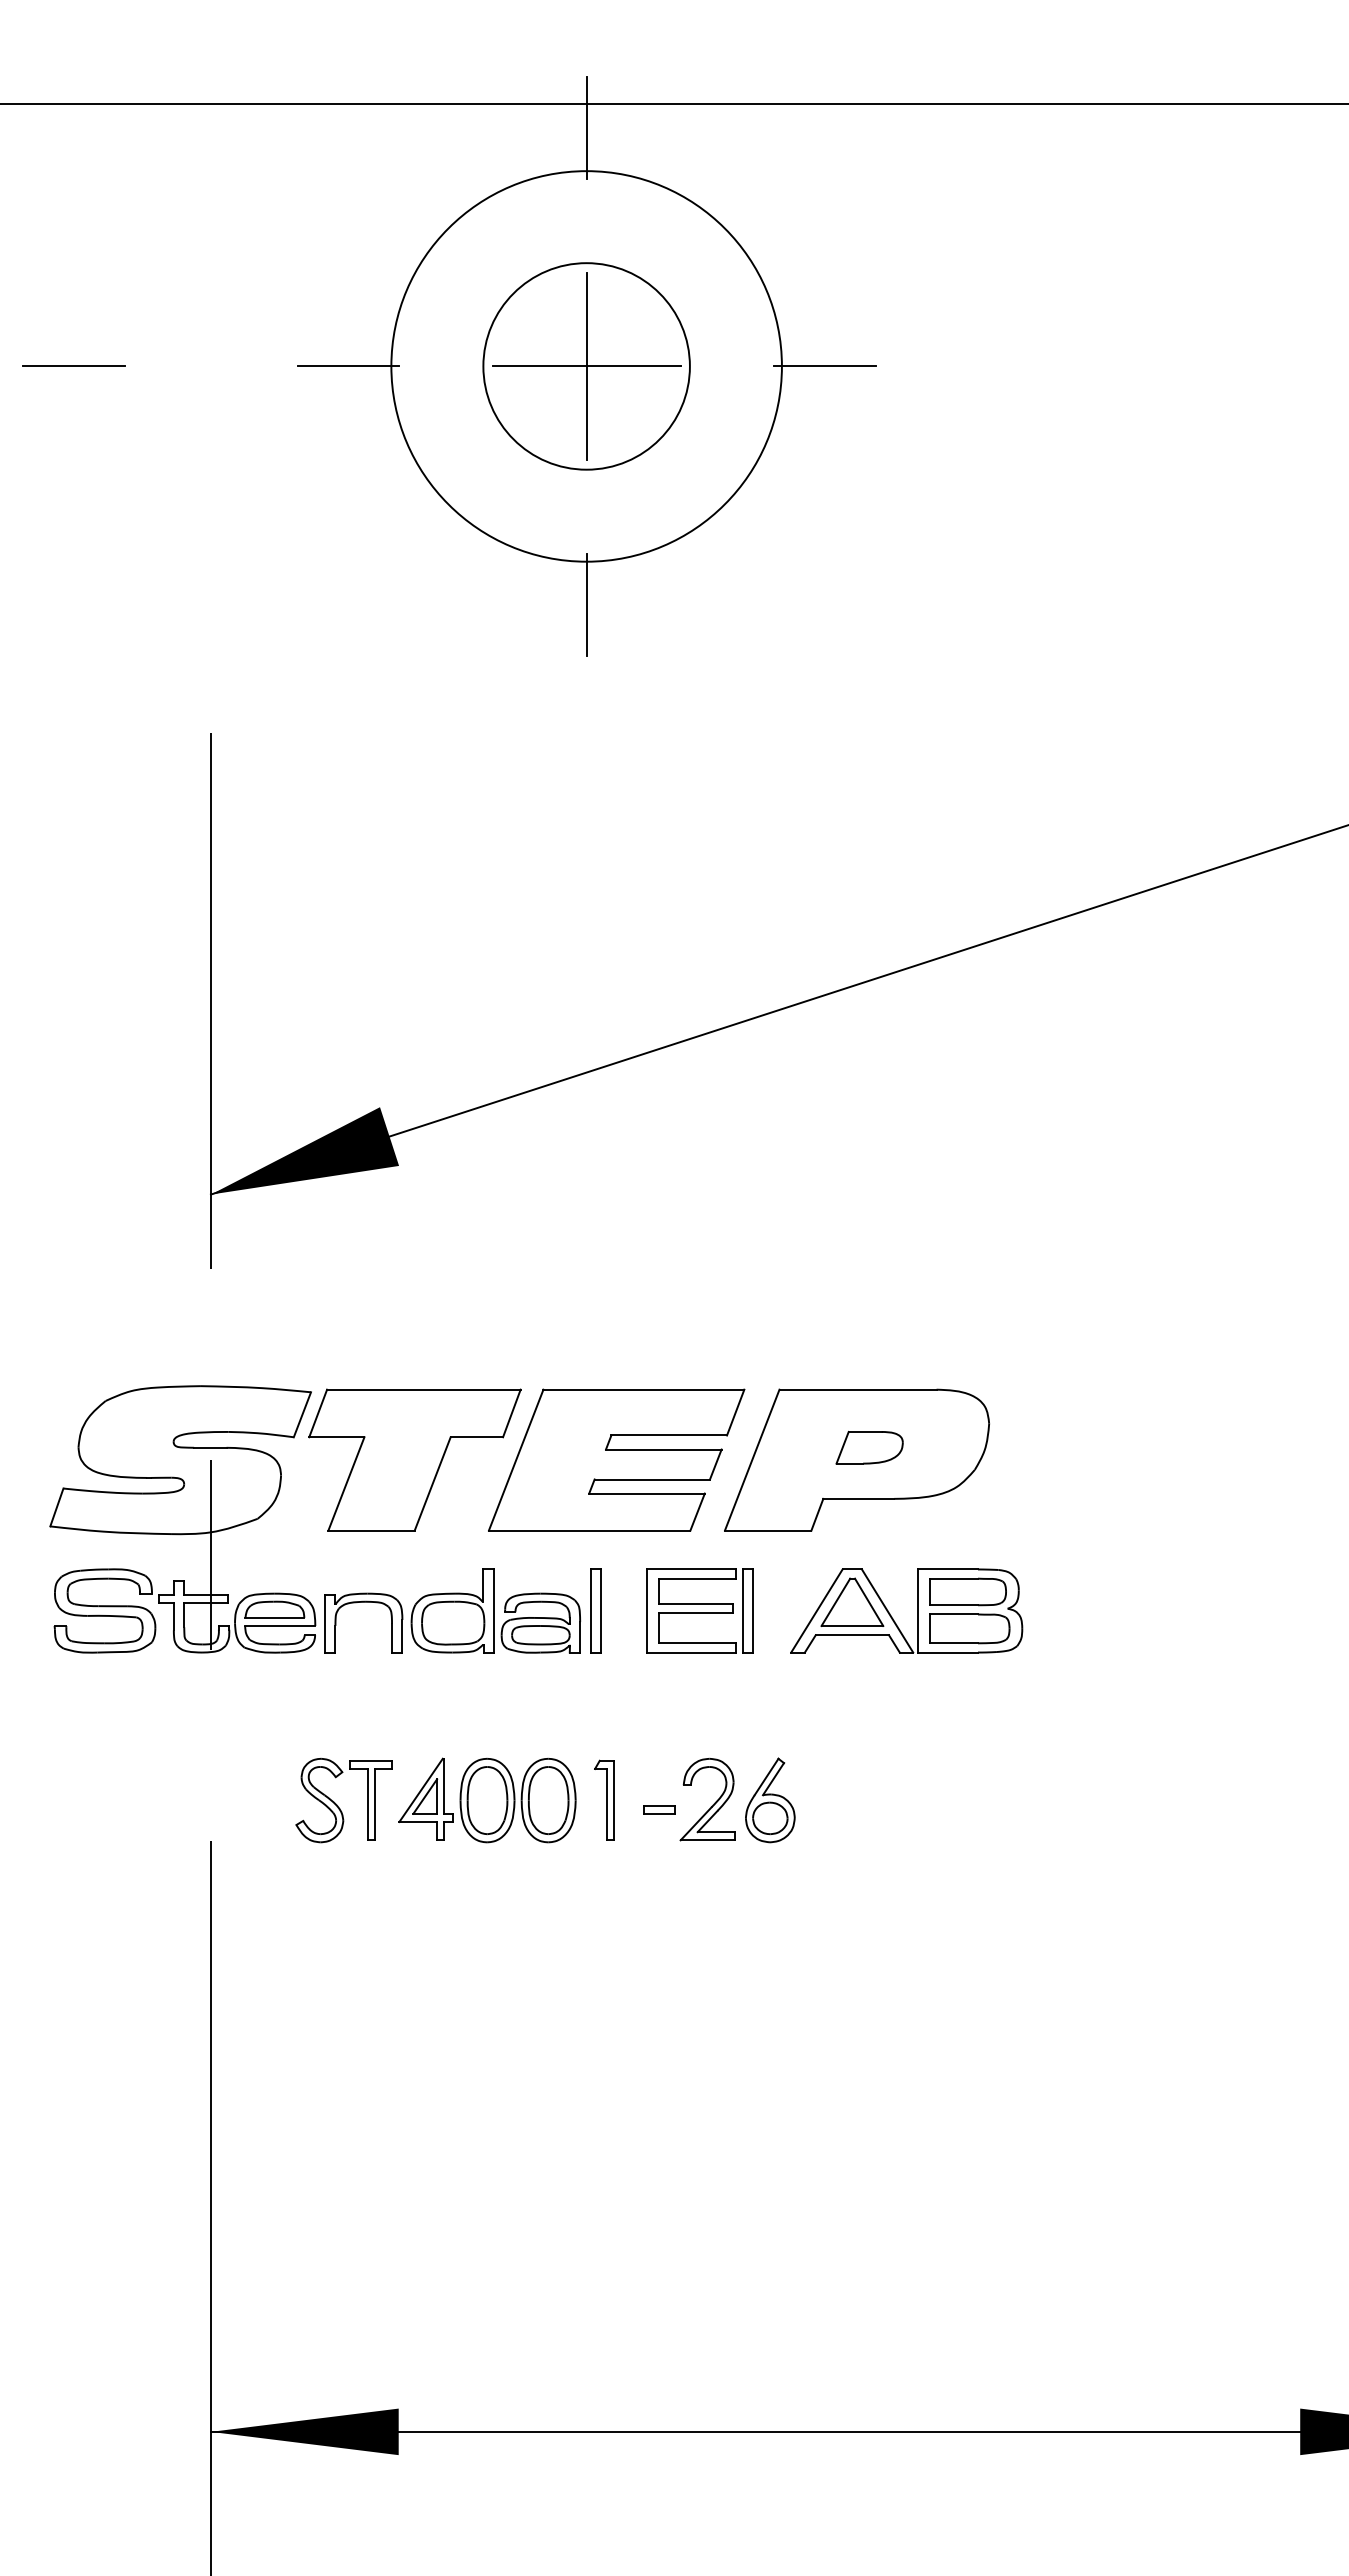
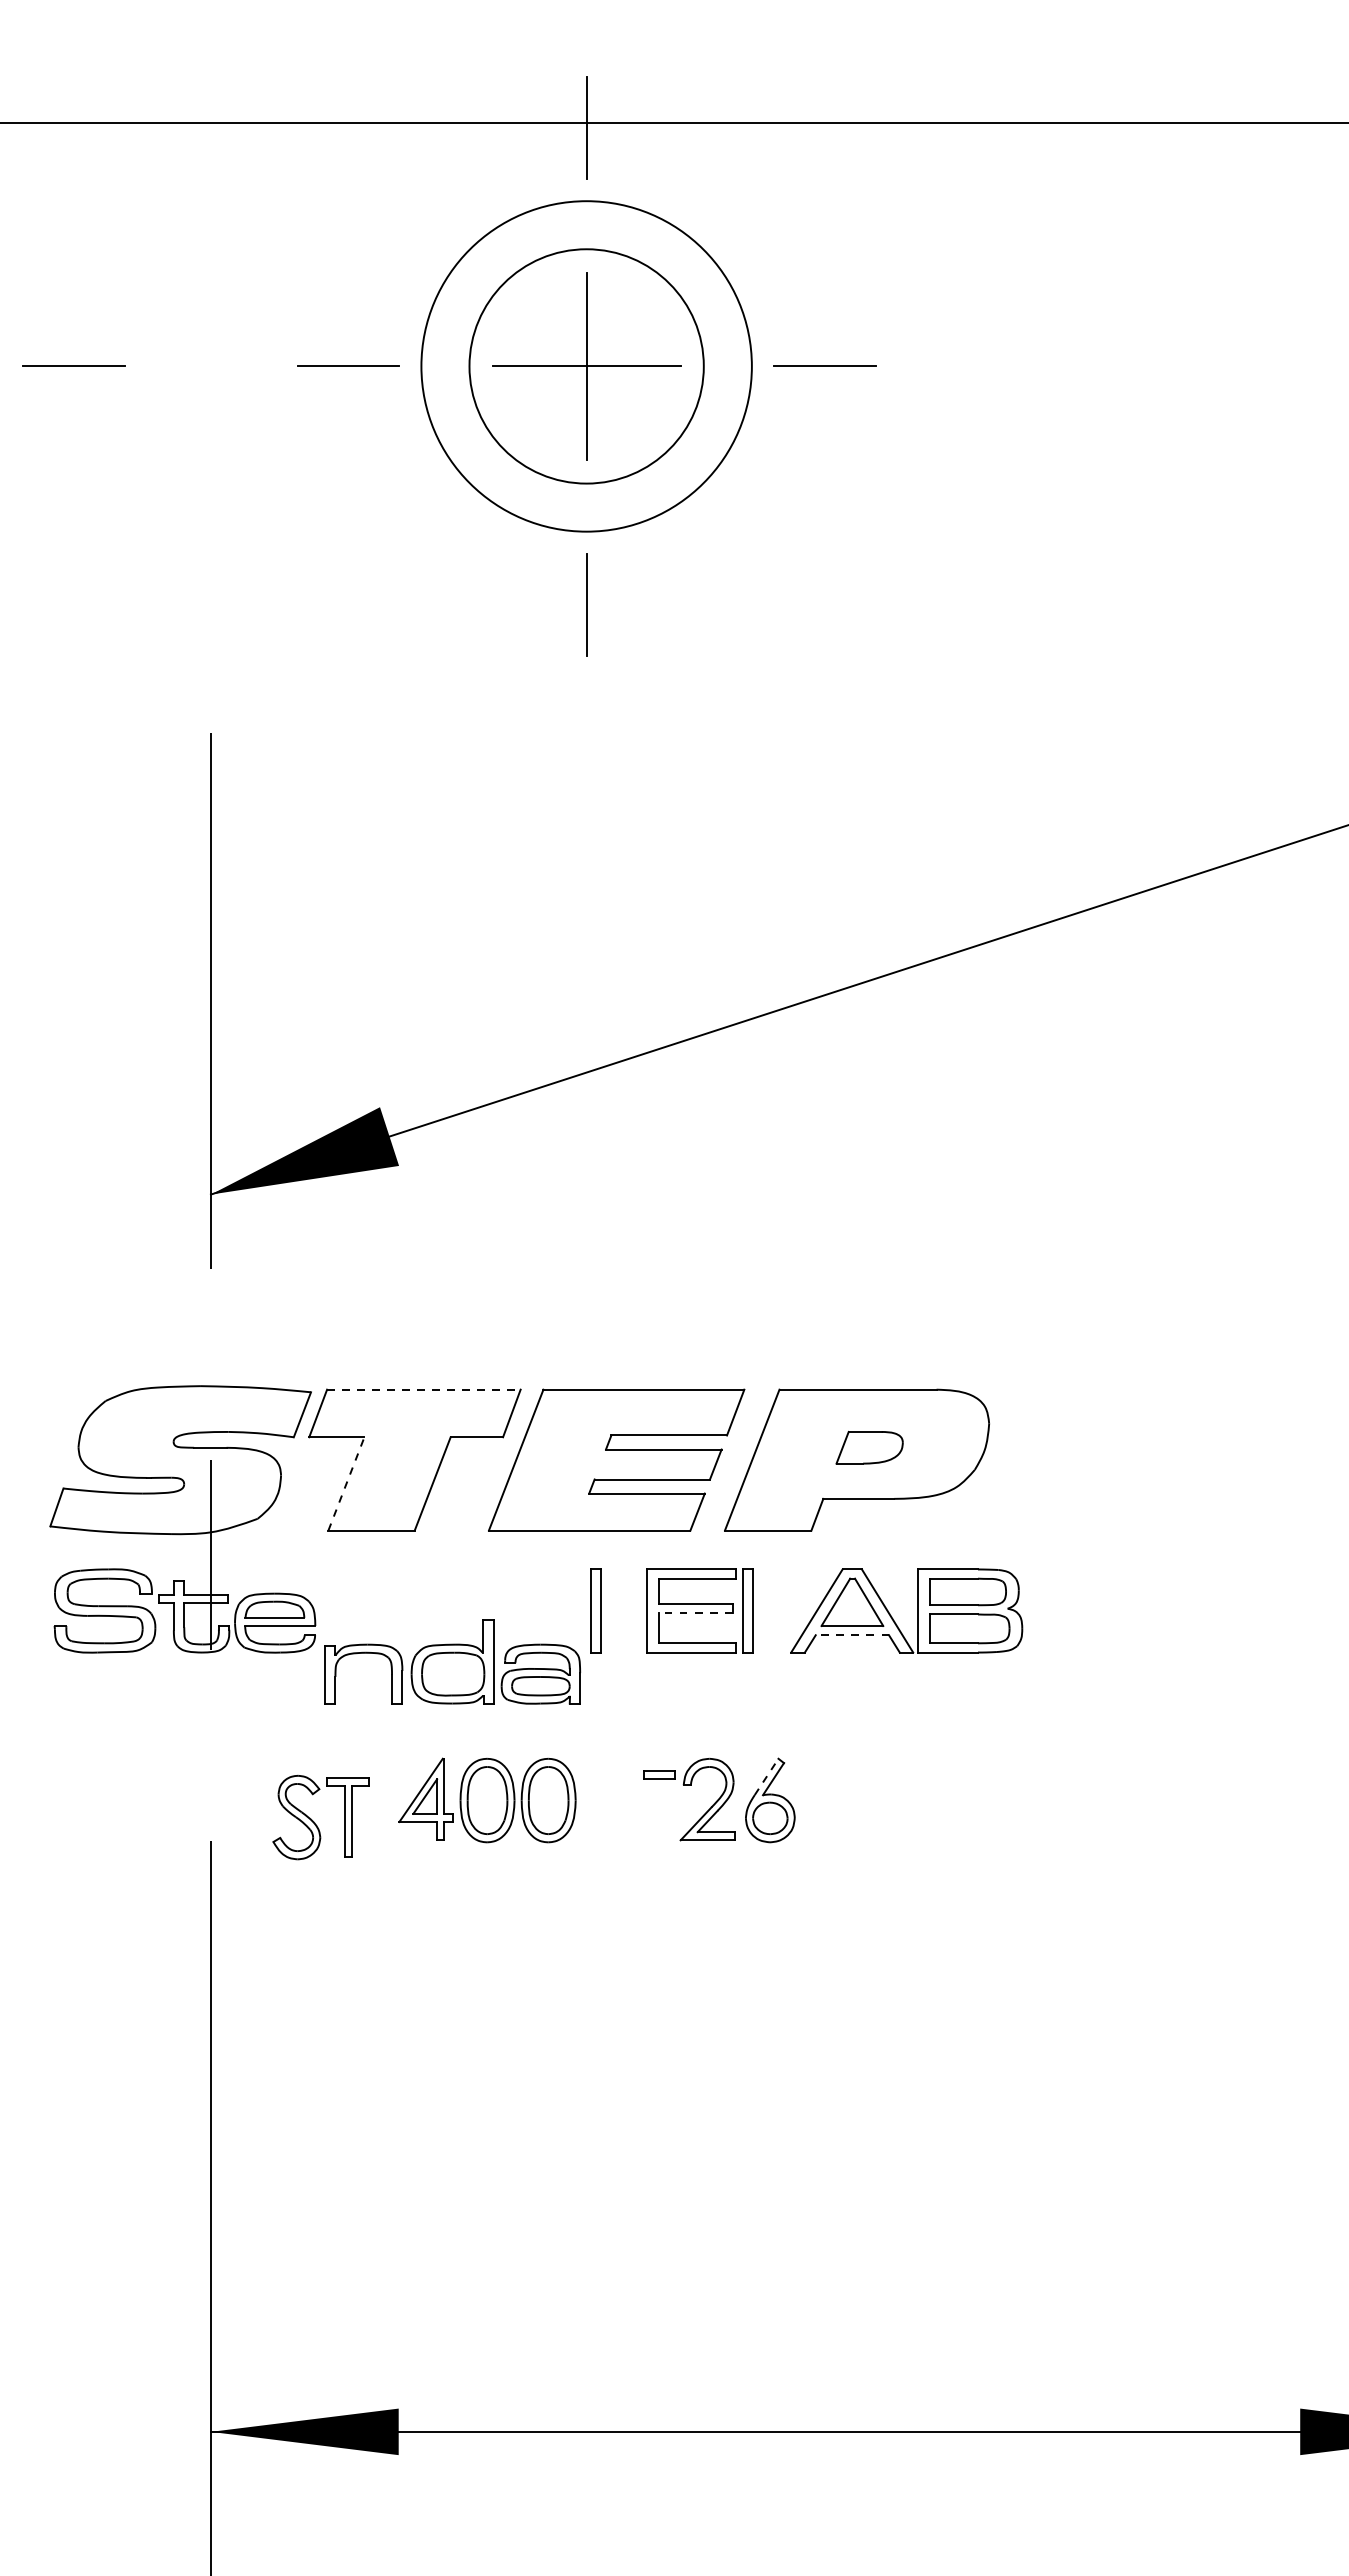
line at (673, 103) position: (673, 103) -> (673, 122)
circle at (586, 366) diameter: 207 px -> 330 px
circle at (586, 366) diameter: 391 px -> 234 px
line at (423, 1389): solid -> dashed
line at (346, 1483): solid -> dashed
part at (452, 1610) position: (452, 1610) -> (452, 1661)
line at (695, 1613): solid -> dashed
line at (852, 1635): solid -> dashed
line at (766, 1776): solid -> dashed
part at (604, 1799): present -> none
part at (337, 1804) position: (337, 1804) -> (314, 1821)
part at (659, 1809) position: (659, 1809) -> (659, 1774)
